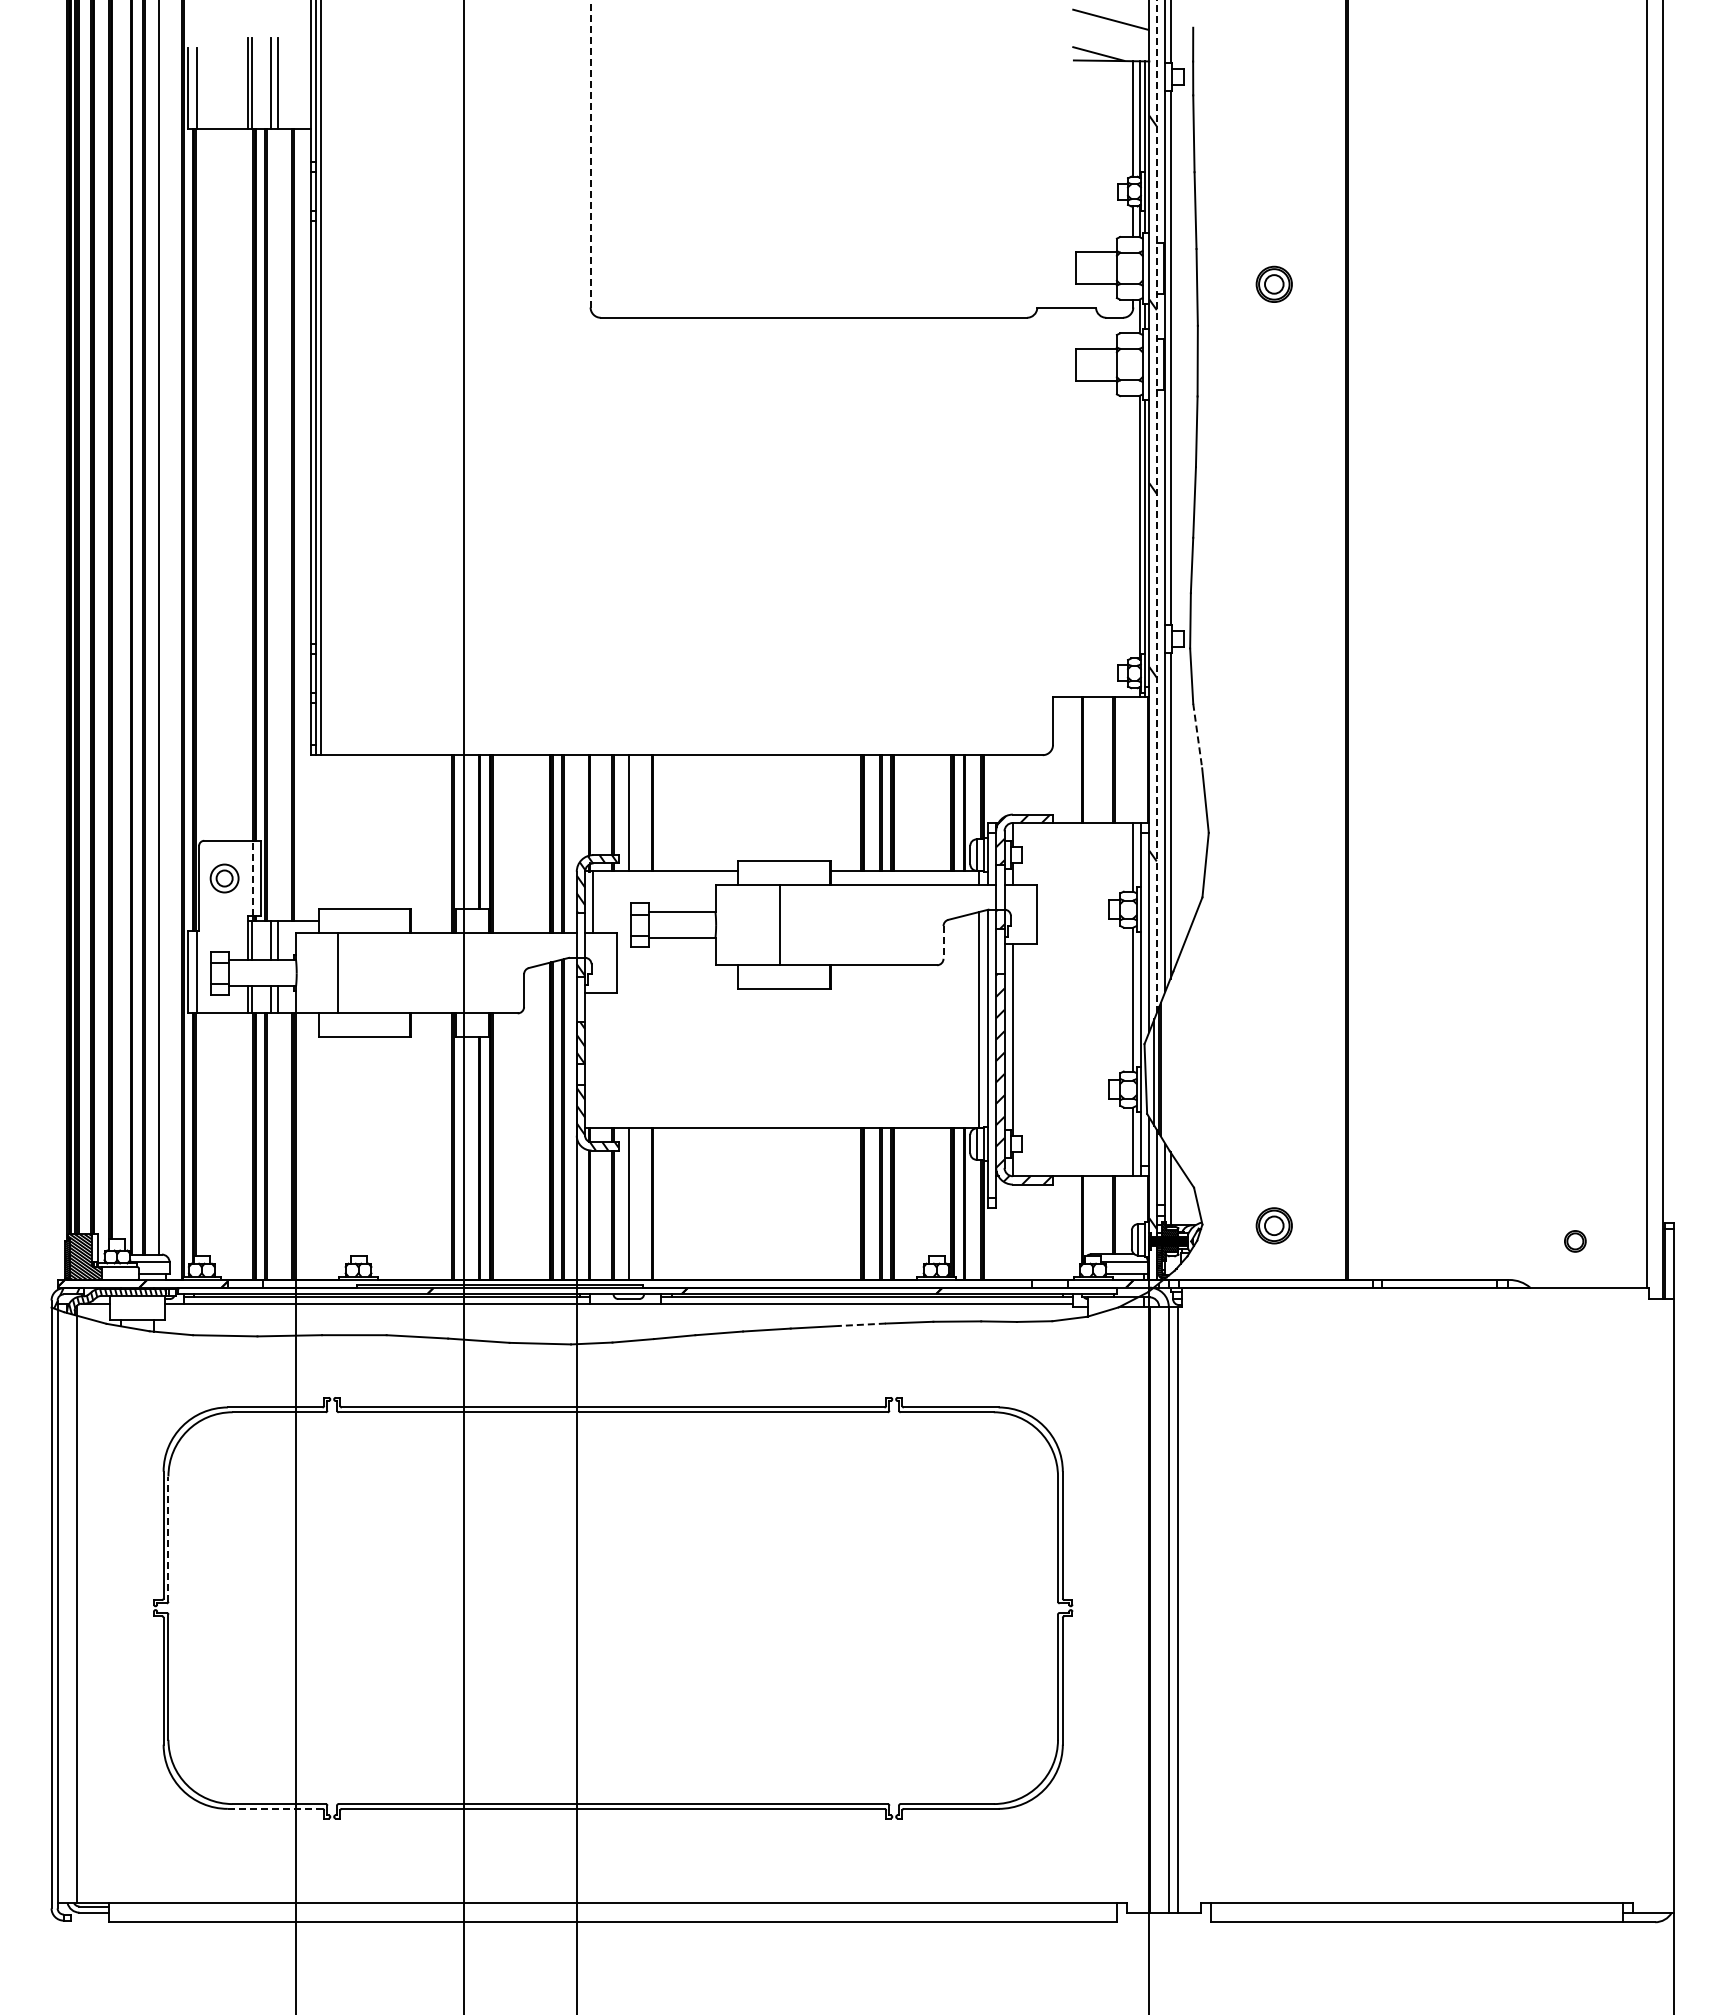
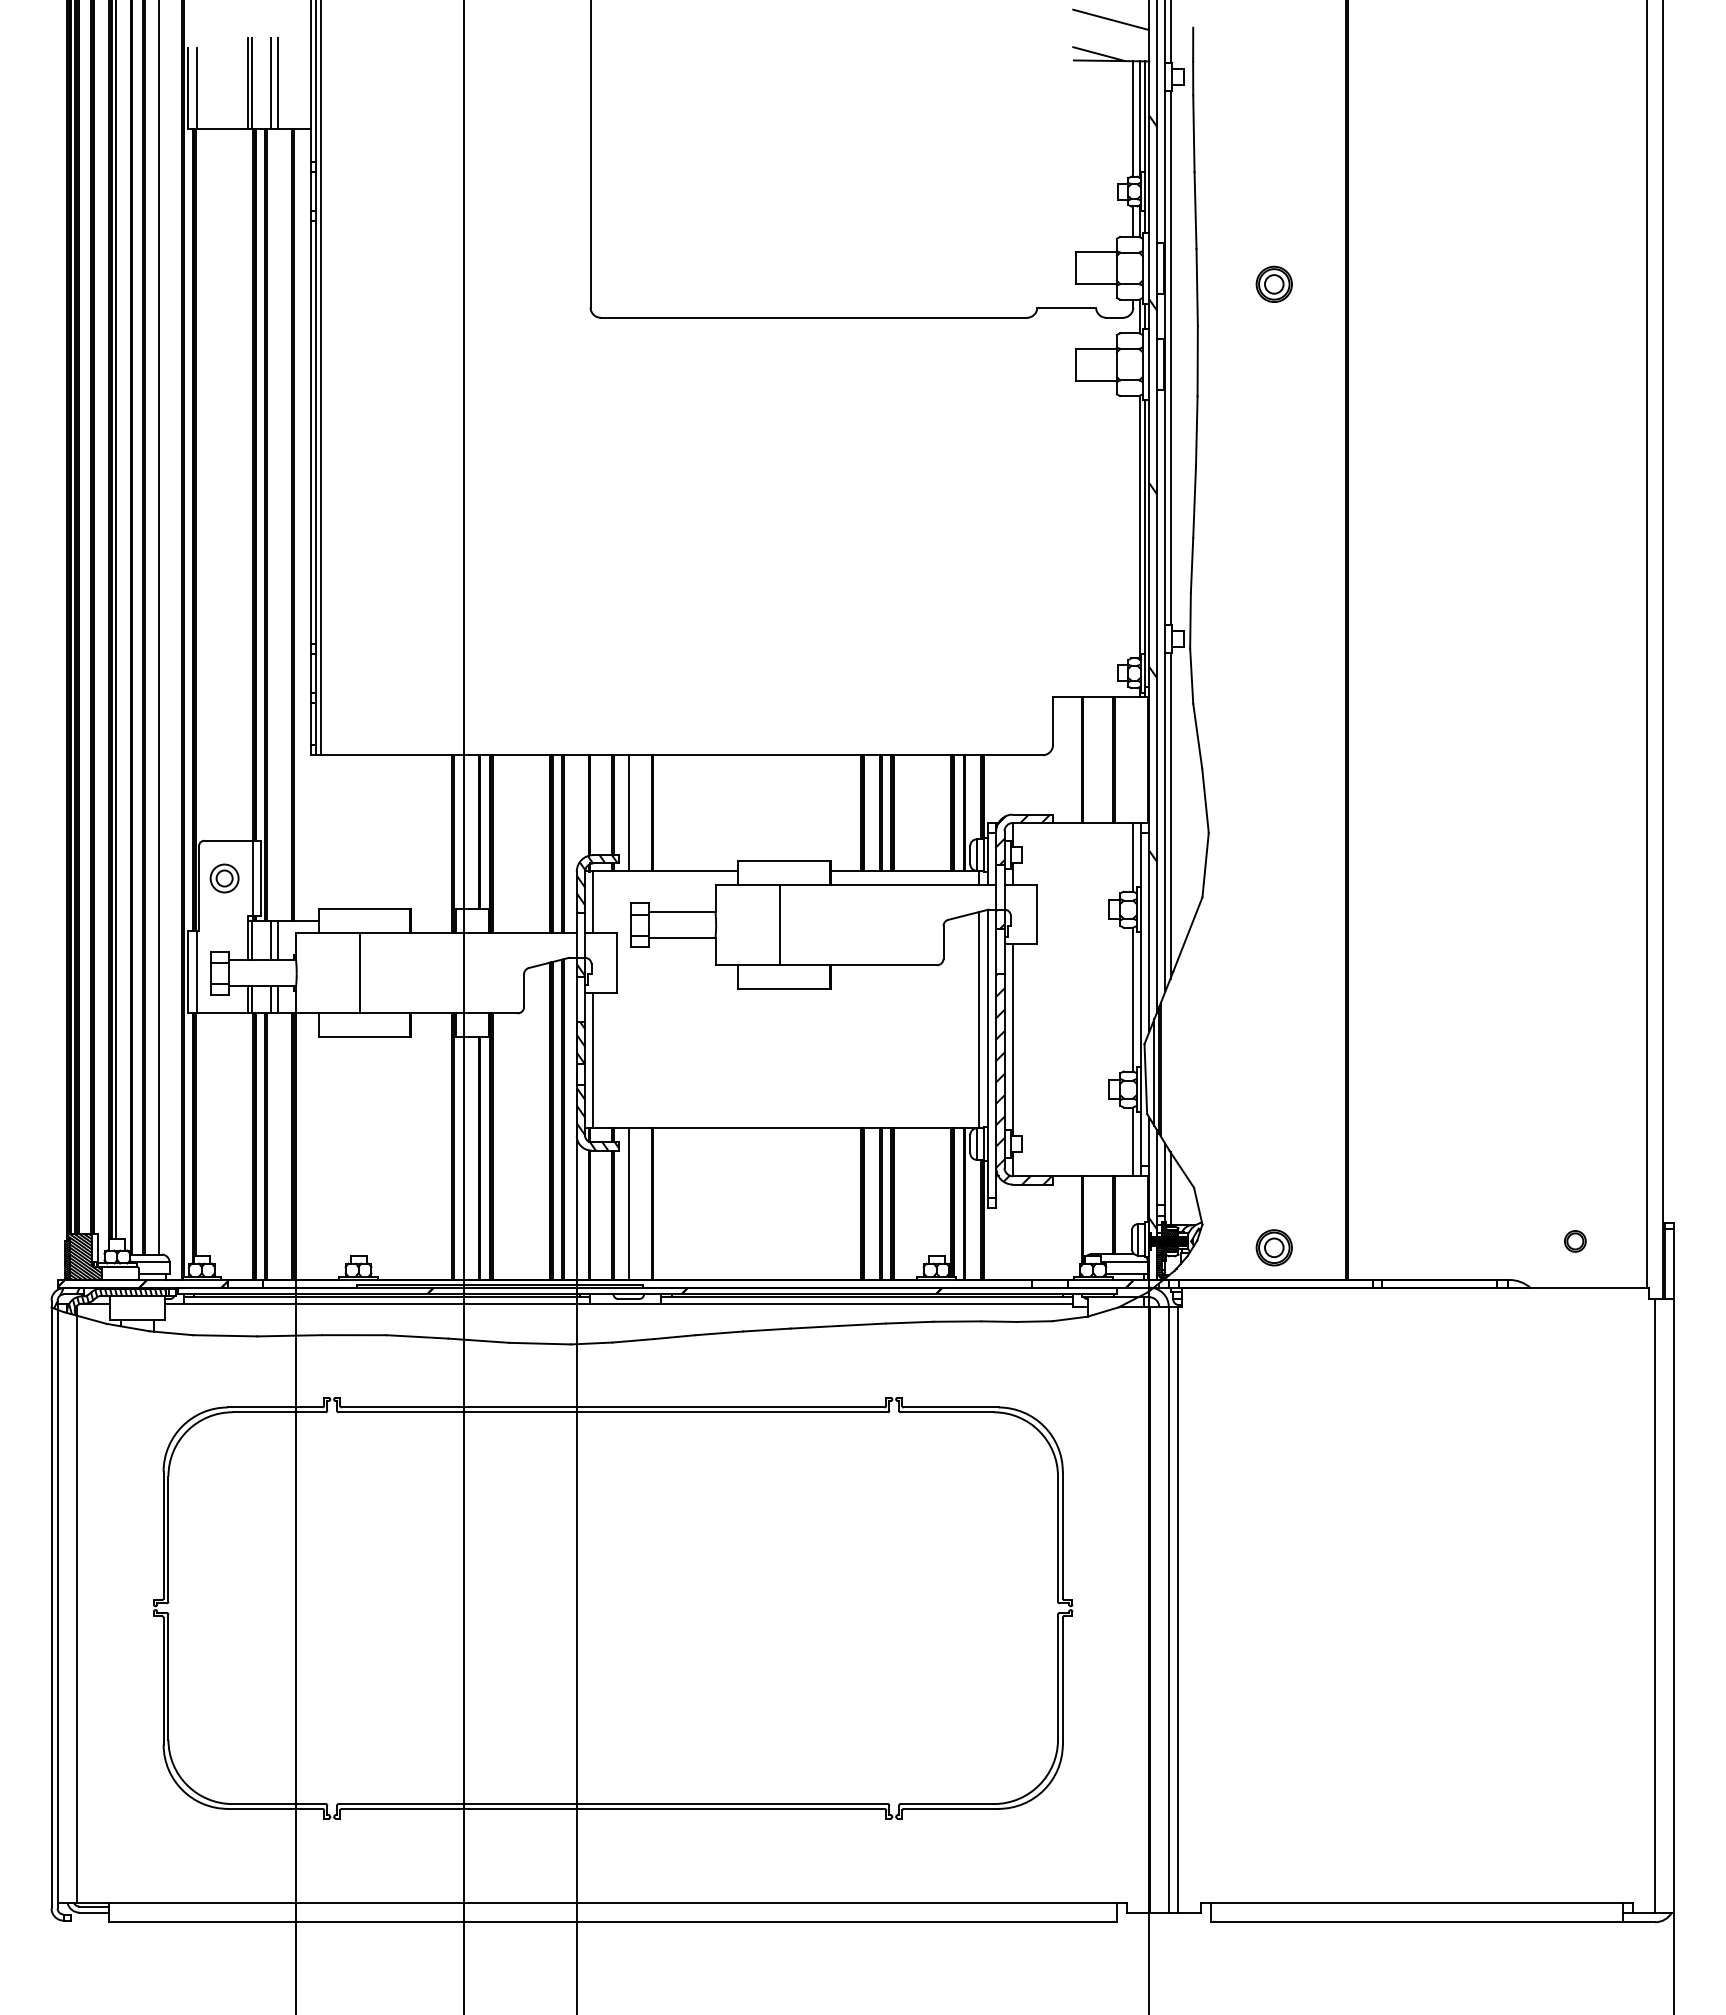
line at (590, 153): dashed -> solid
line at (1156, 506): dashed -> solid
line at (116, 620): none -> present
line at (1197, 736): dashed -> solid
line at (252, 878): dashed -> solid
line at (943, 942): dashed -> solid
line at (338, 973) position: (338, 973) -> (360, 973)
line at (593, 1060): none -> present
part at (1273, 1225) position: (1273, 1225) -> (1273, 1247)
line at (862, 1324): dashed -> solid
line at (168, 1539): dashed -> solid
line at (1655, 1605): none -> present
line at (275, 1808): dashed -> solid
